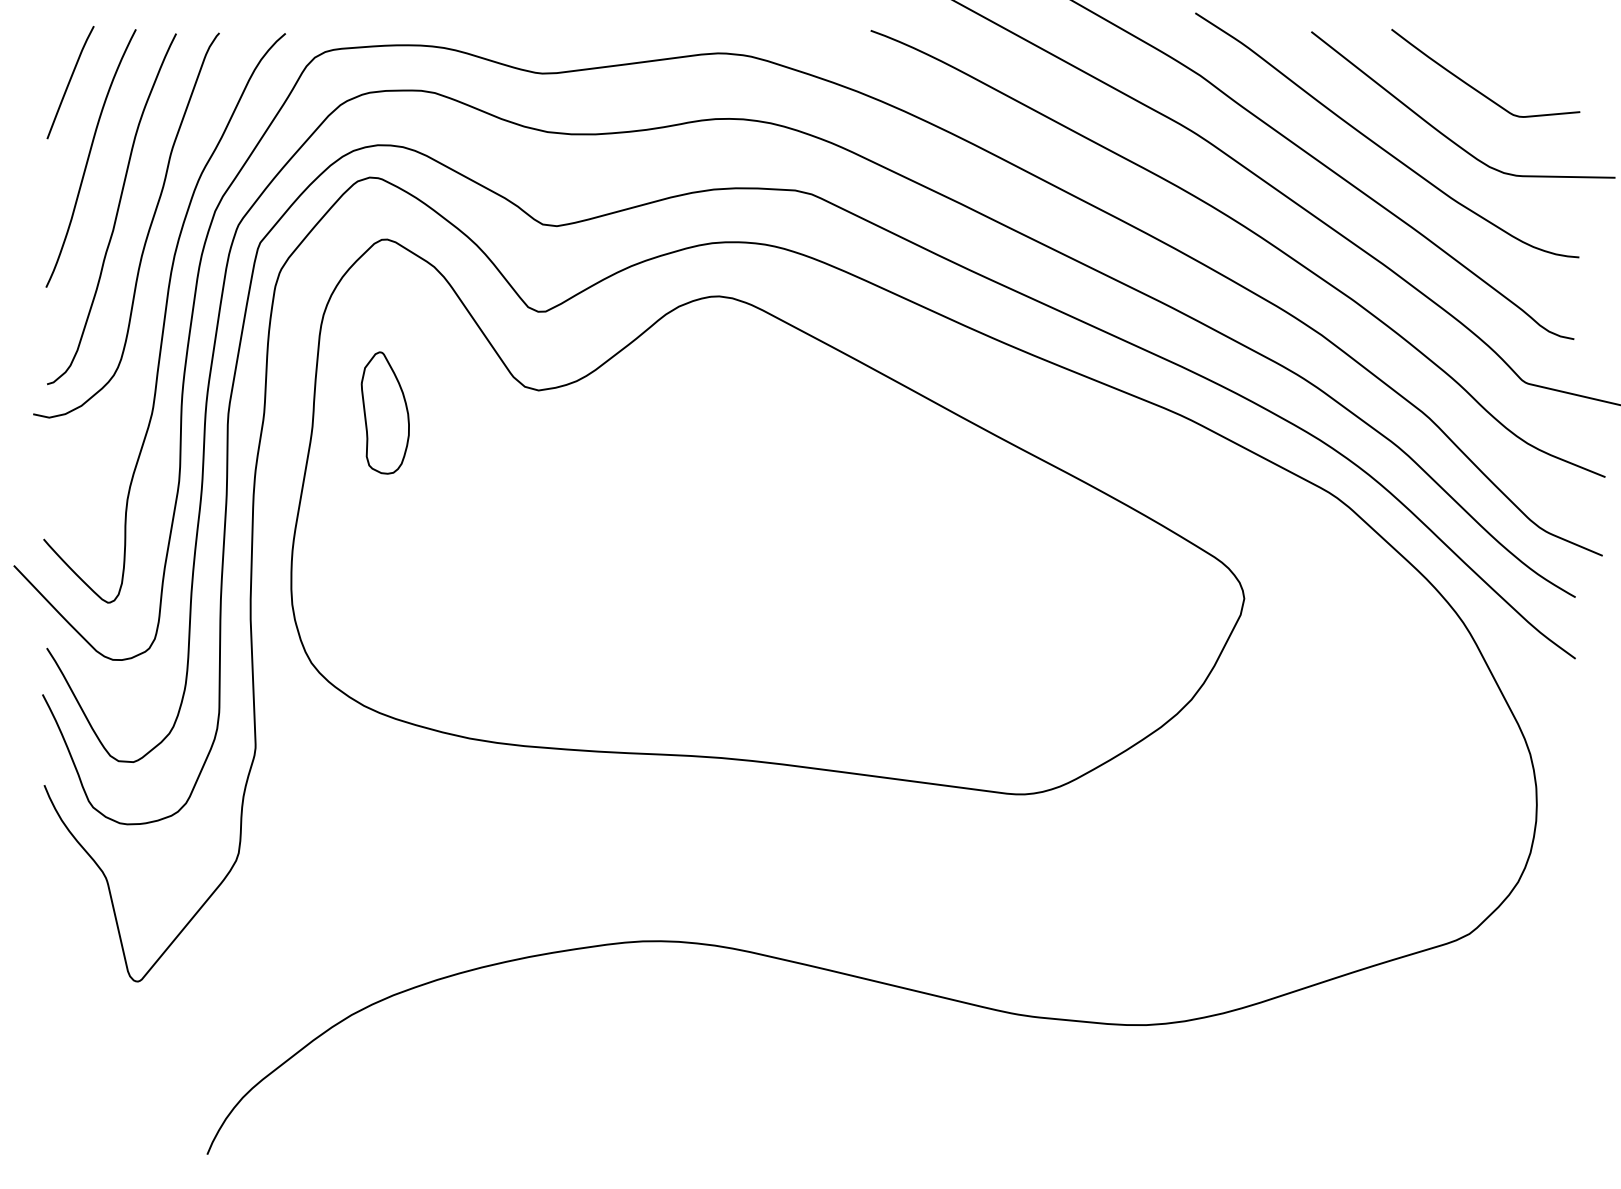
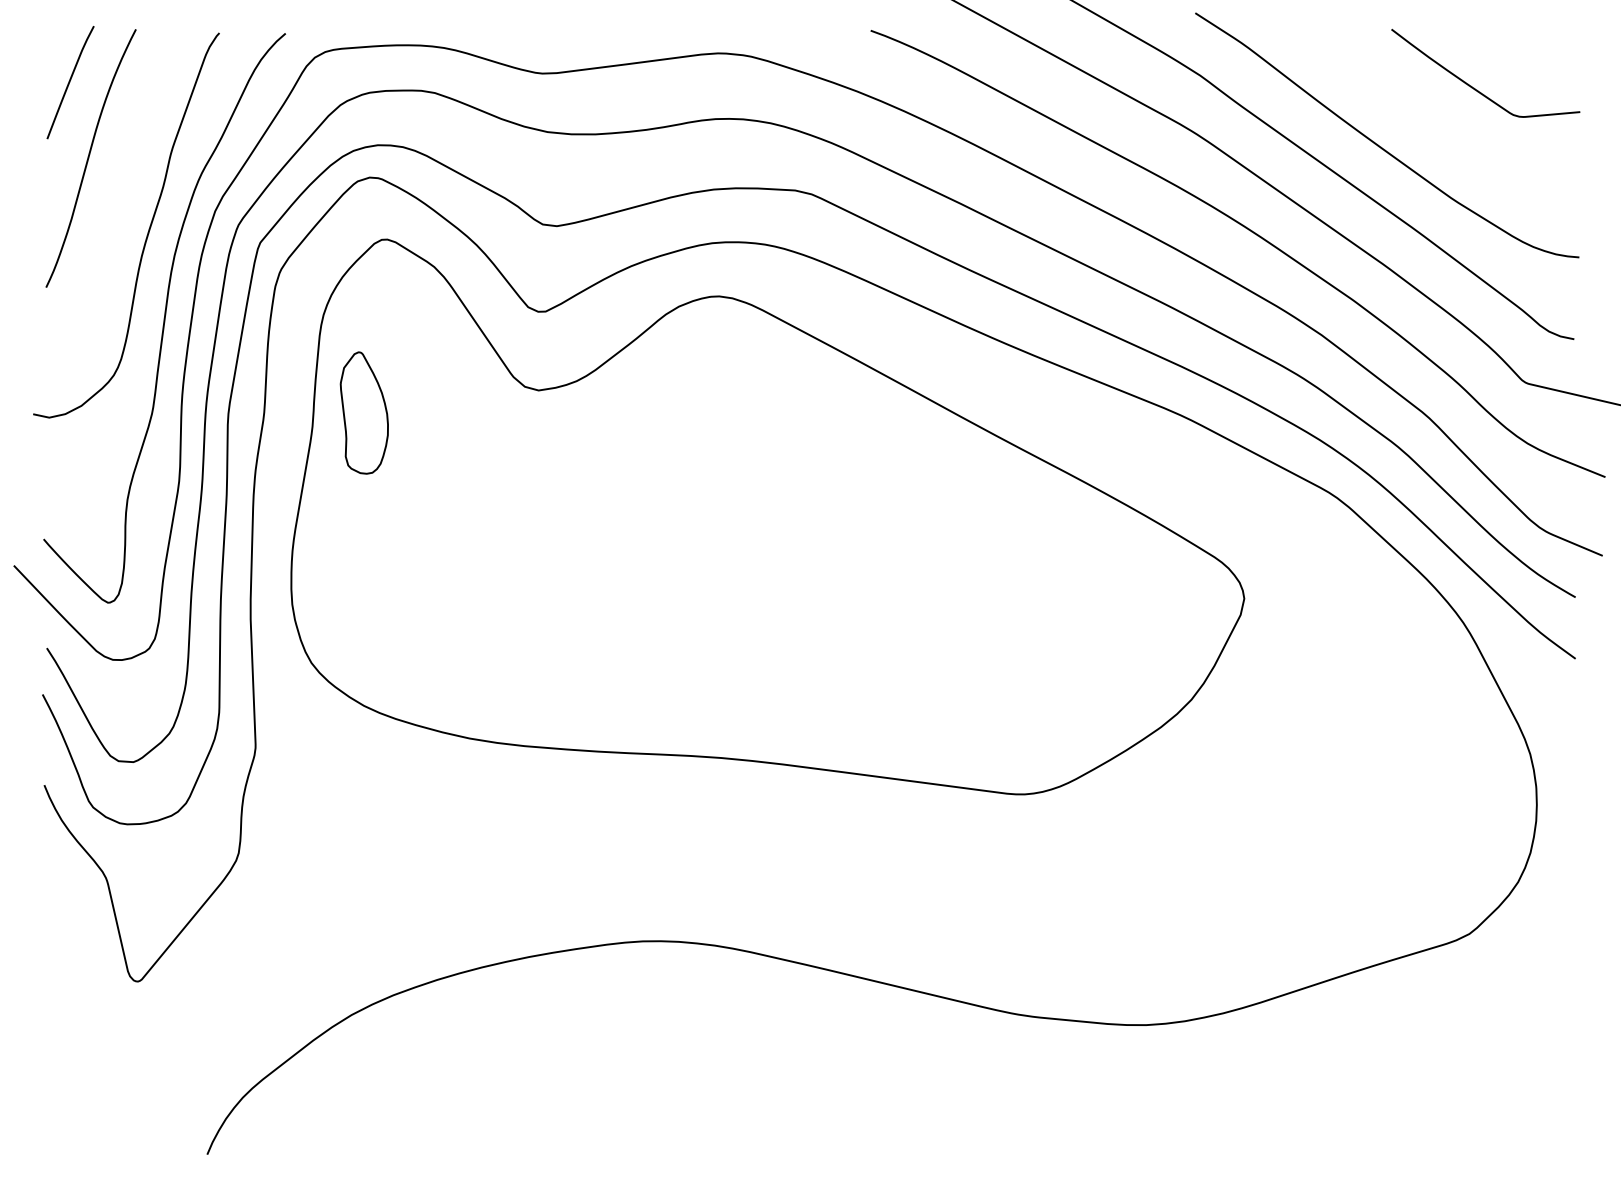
curve at (1443, 133): present -> none
curve at (116, 211): present -> none
part at (384, 412) position: (384, 412) -> (363, 412)
